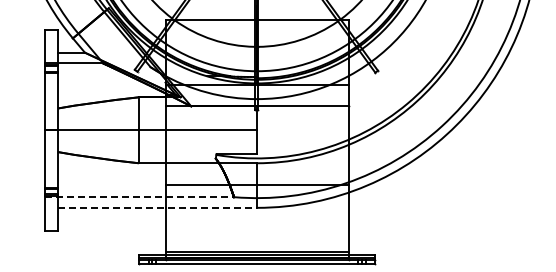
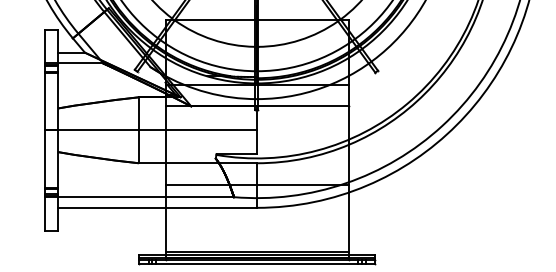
line at (140, 197): dashed -> solid
line at (157, 207): dashed -> solid
